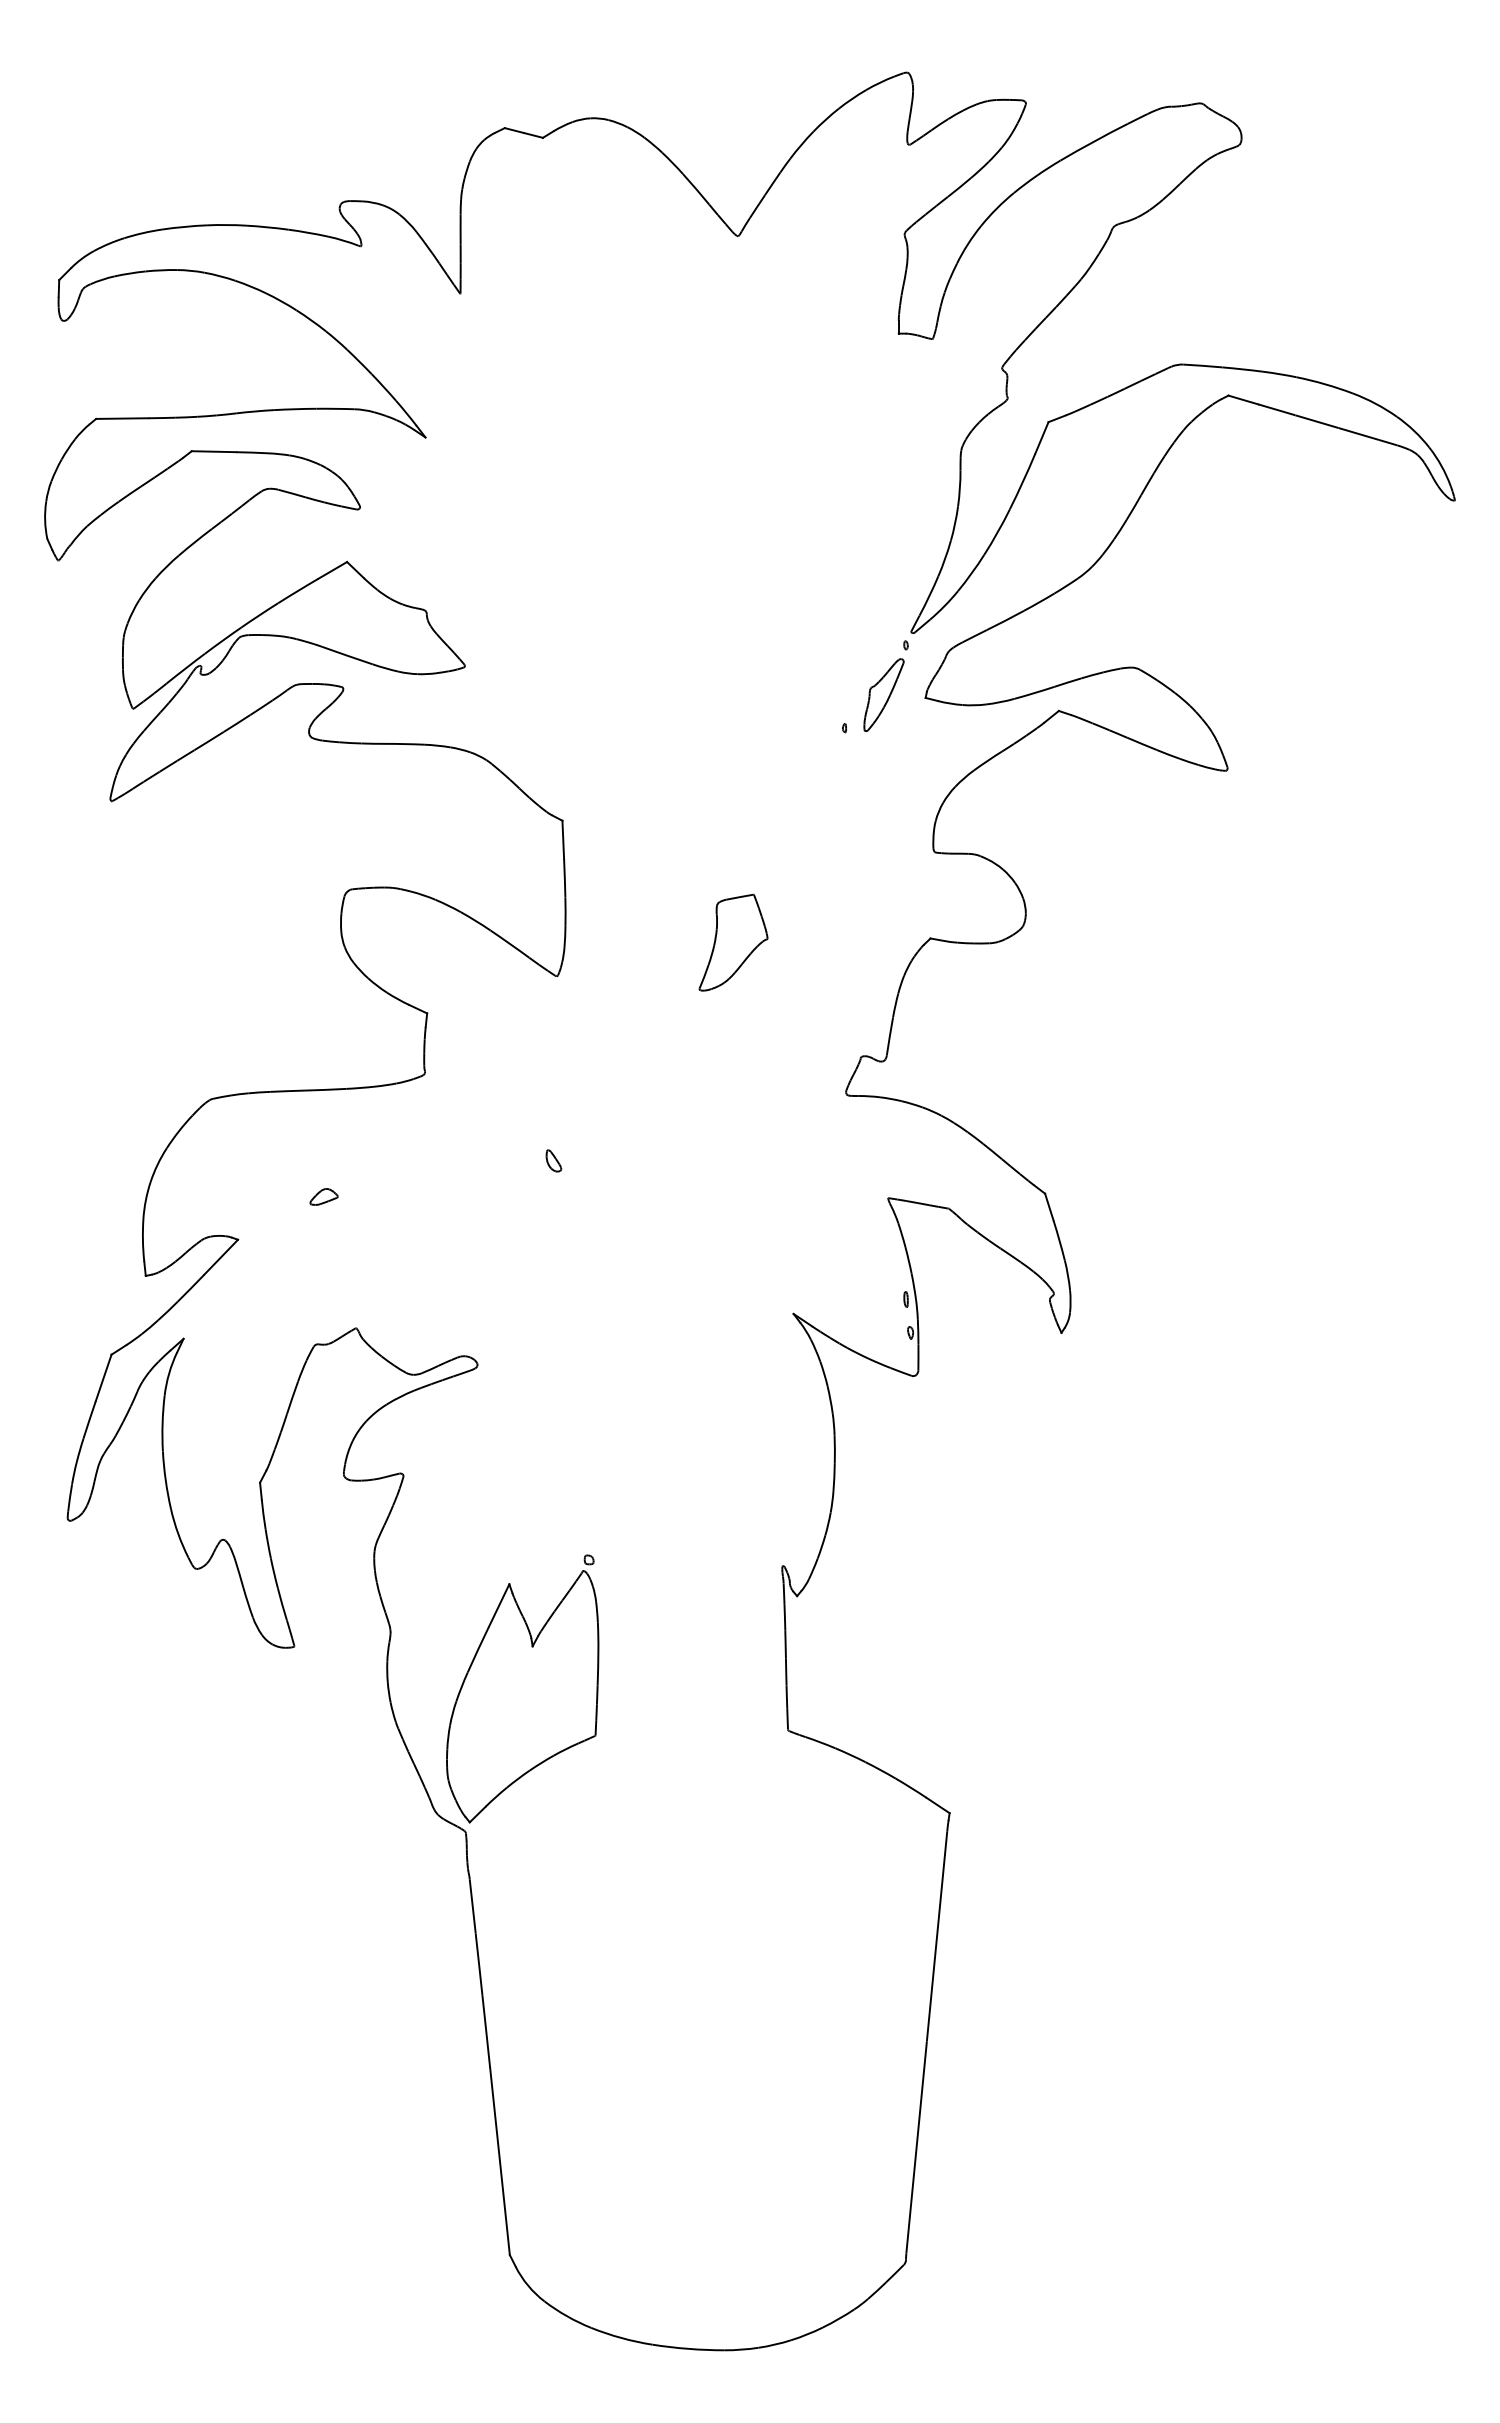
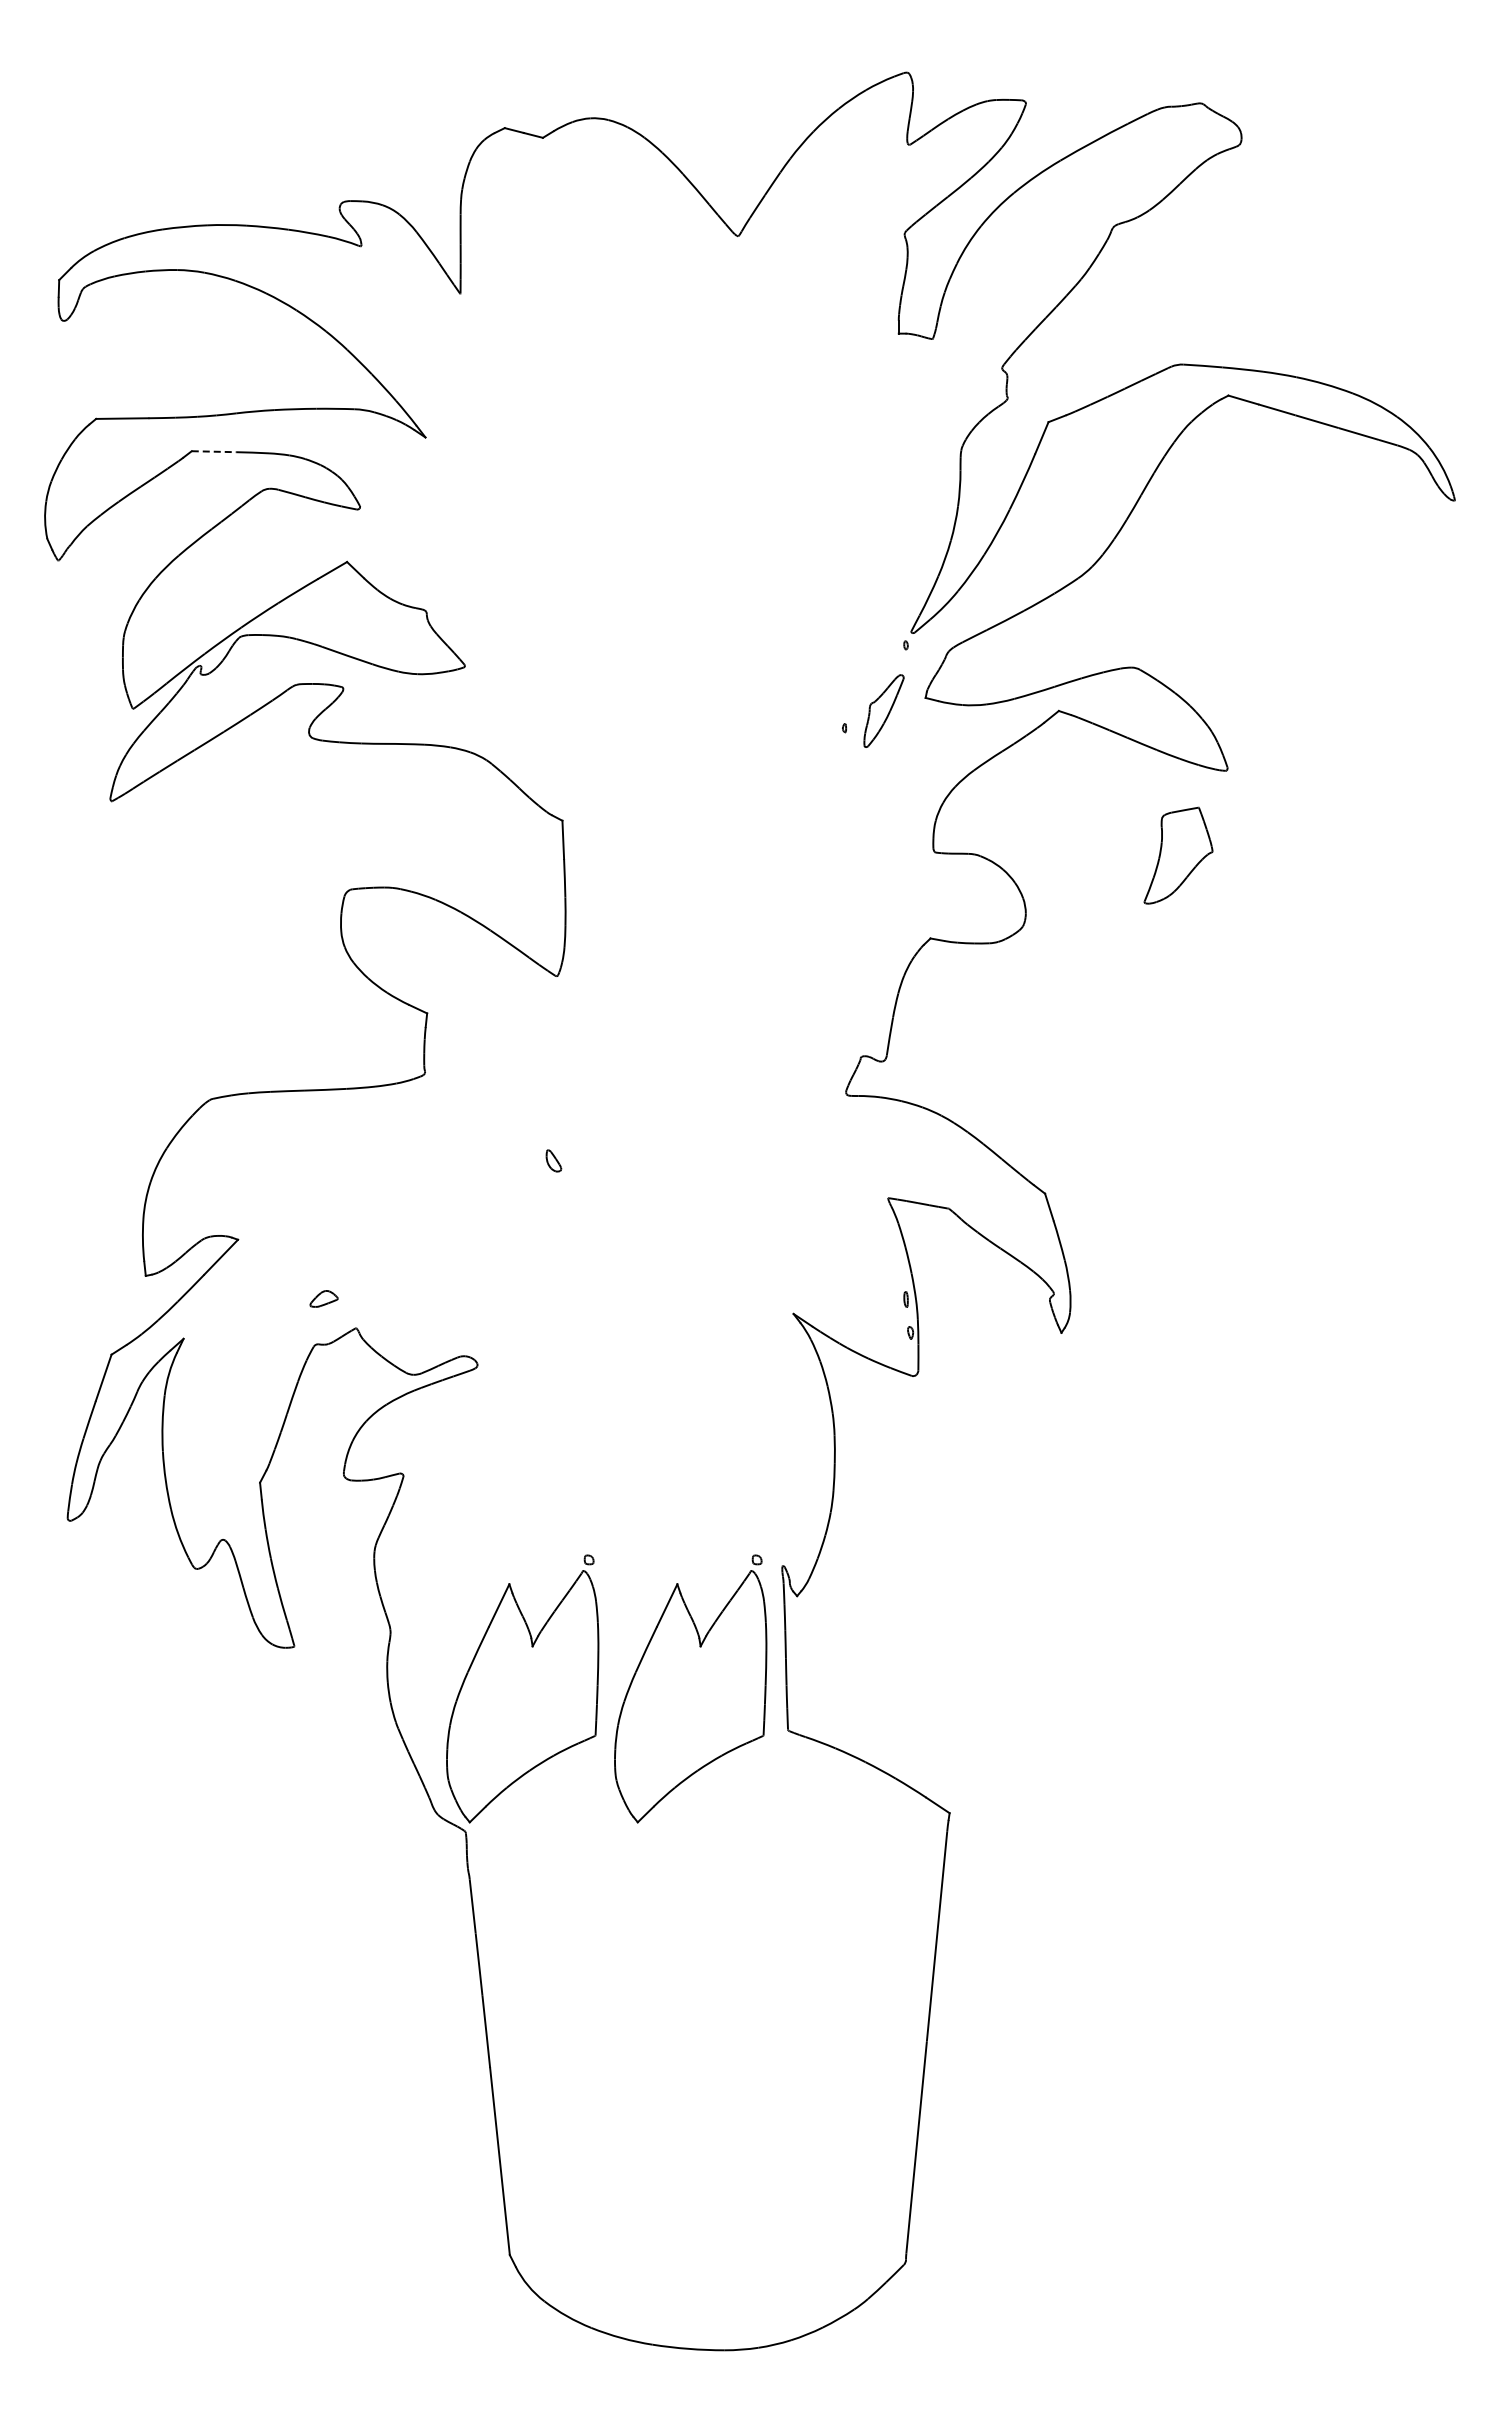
line at (214, 451): solid -> dashed
part at (883, 694) position: (883, 694) -> (883, 710)
part at (733, 942) position: (733, 942) -> (1178, 855)
part at (323, 1196) position: (323, 1196) -> (323, 1298)
part at (690, 1688): none -> present
